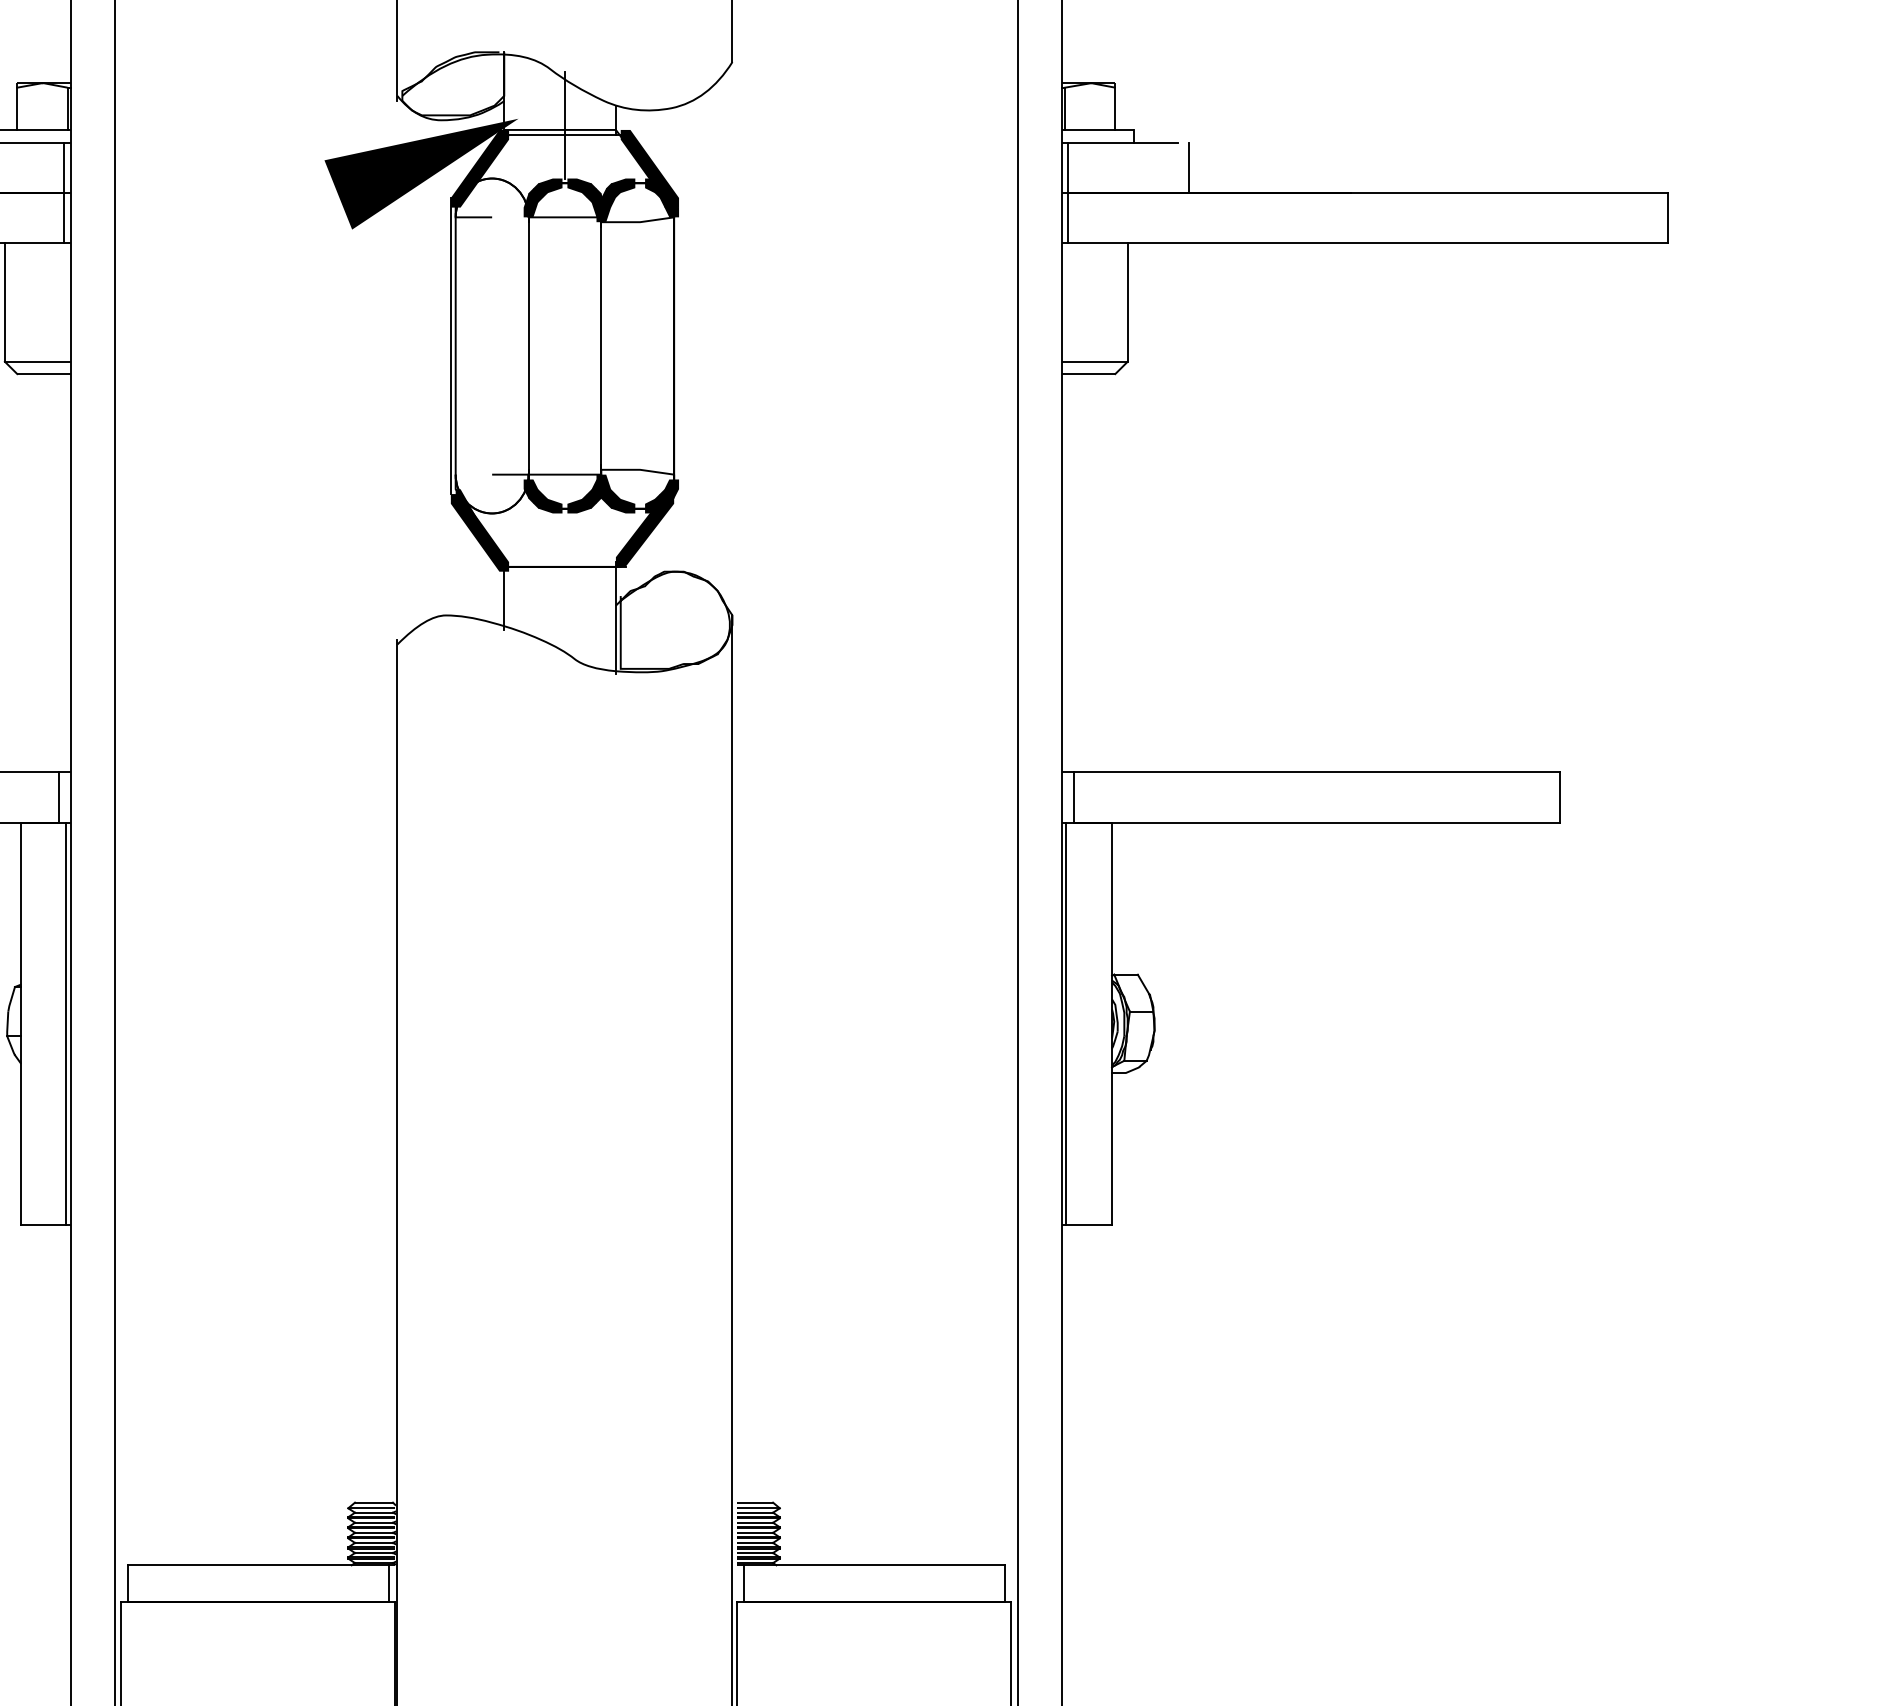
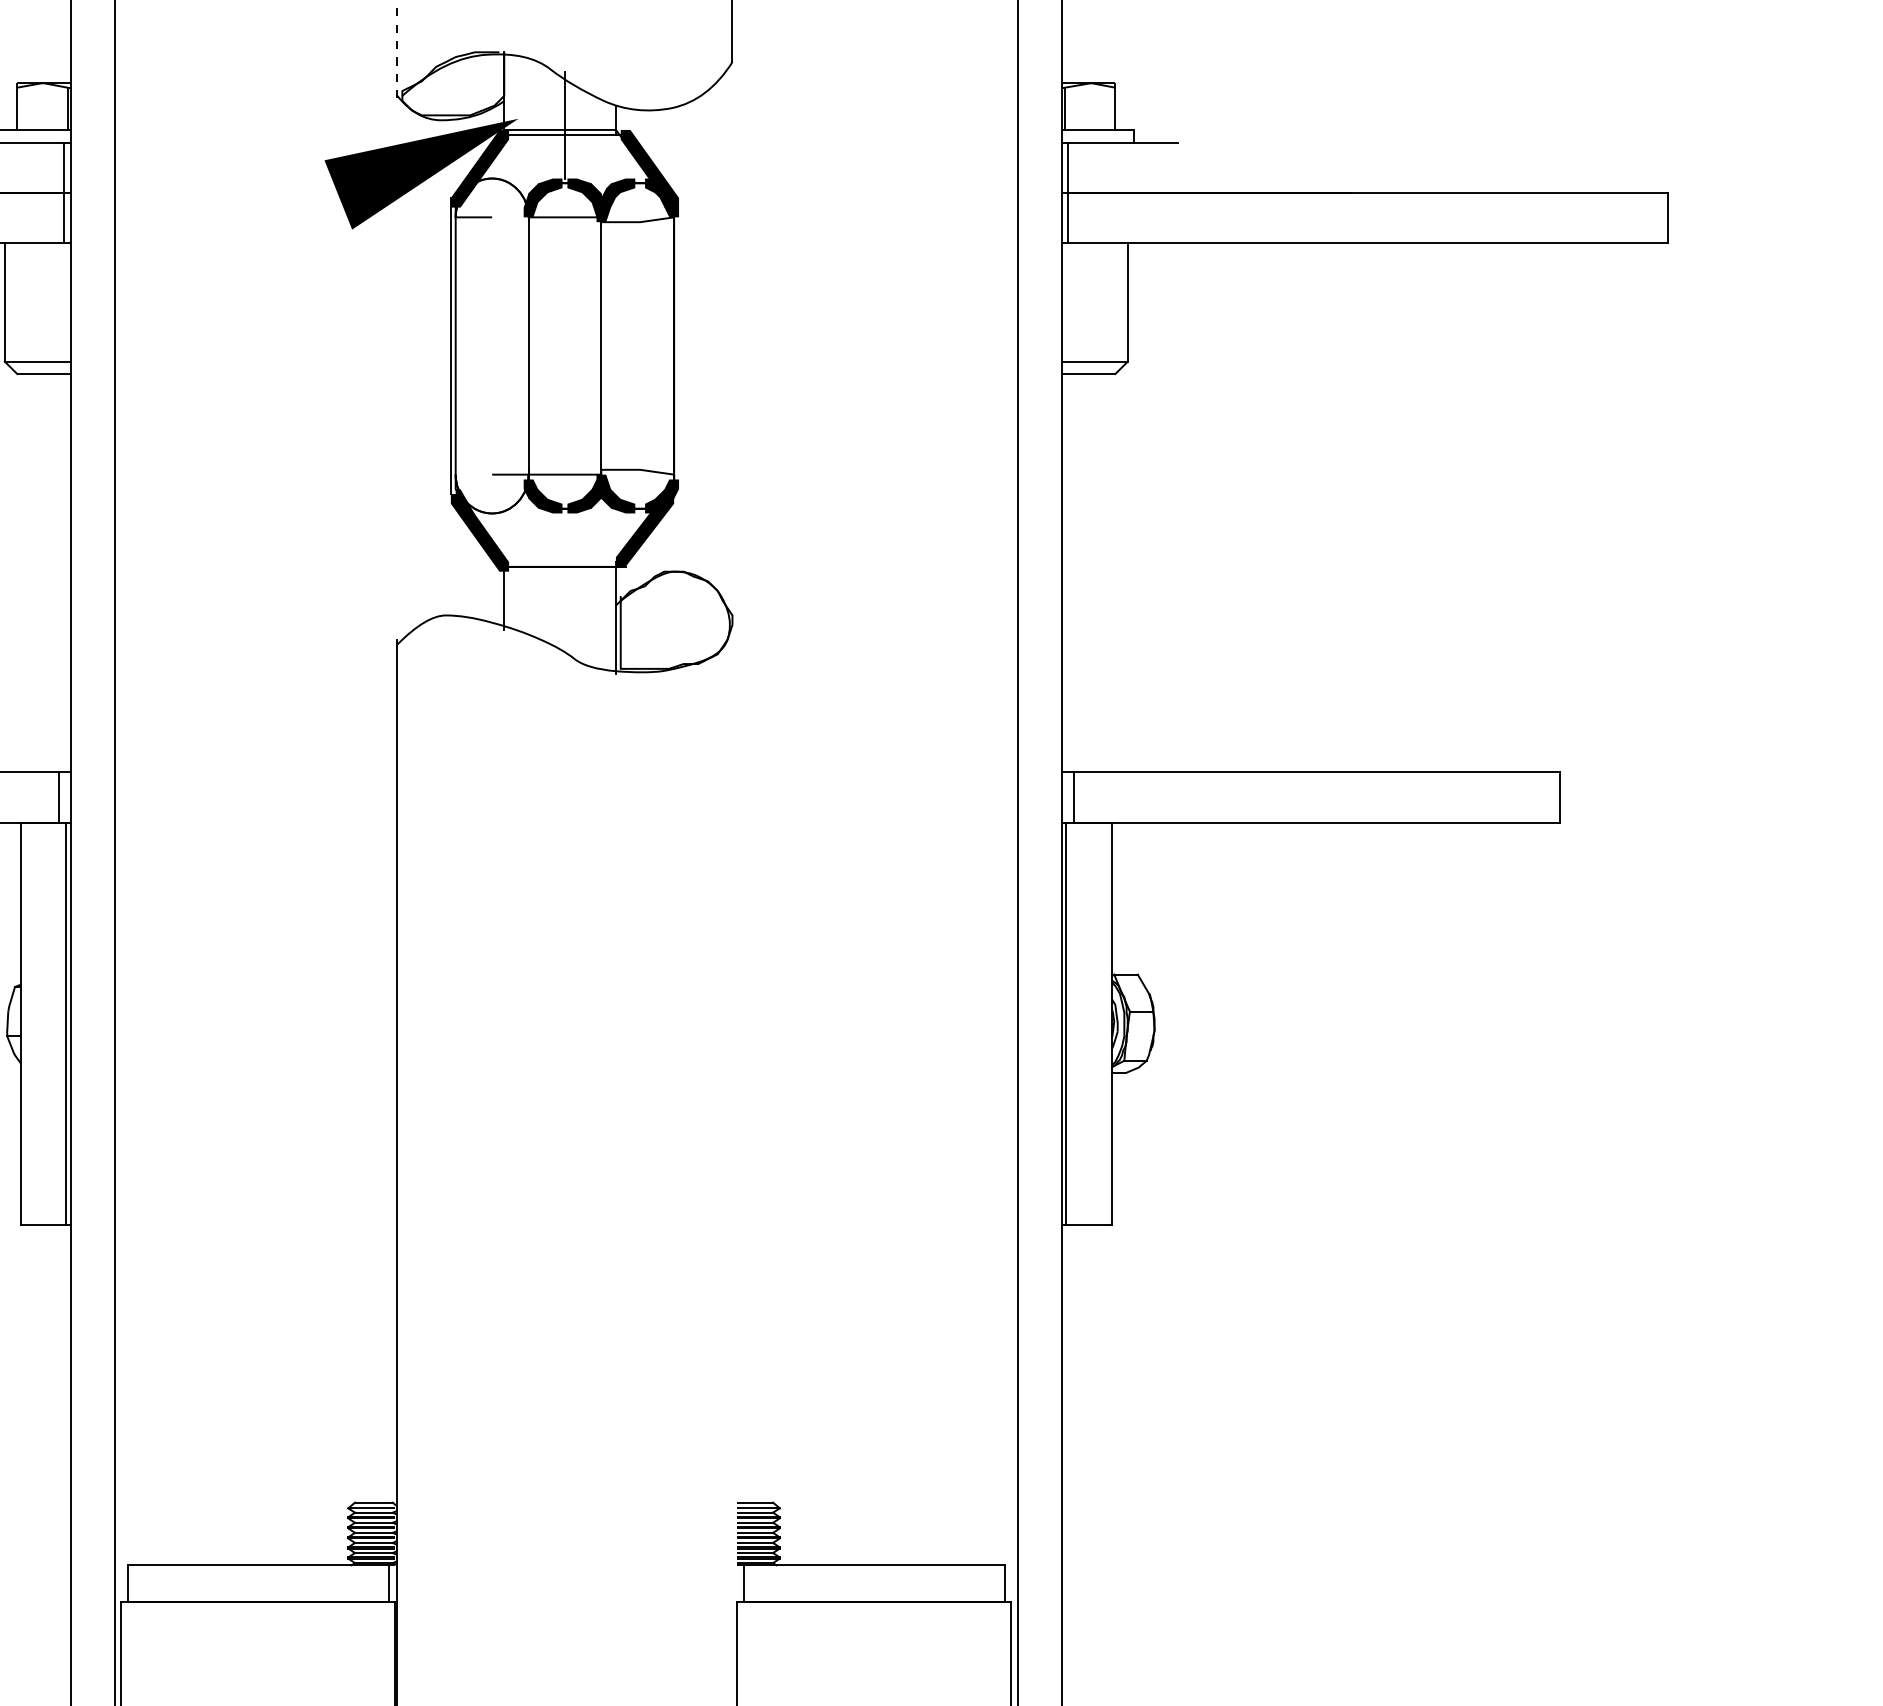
line at (397, 50): solid -> dashed
line at (1188, 167): present -> none
line at (732, 1158): present -> none
